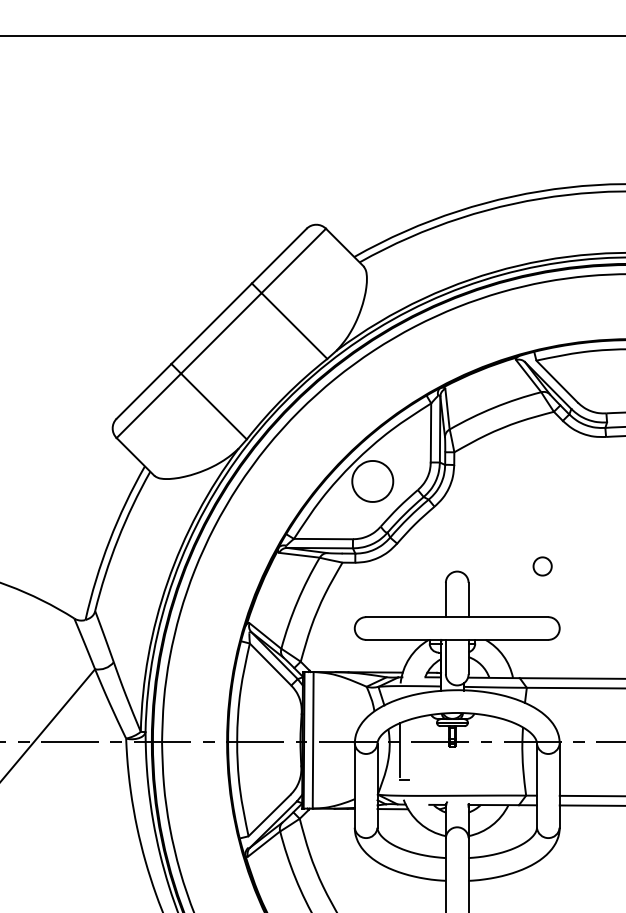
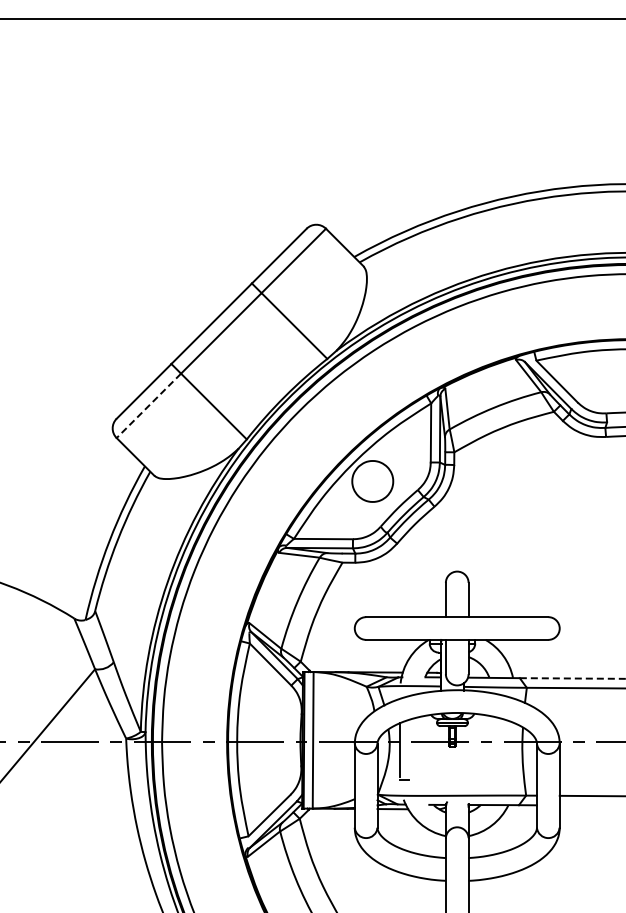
line at (312, 36) position: (312, 36) -> (312, 19)
line at (148, 405): solid -> dashed
part at (542, 566): present -> none
line at (572, 678): solid -> dashed
line at (590, 805): present -> none
